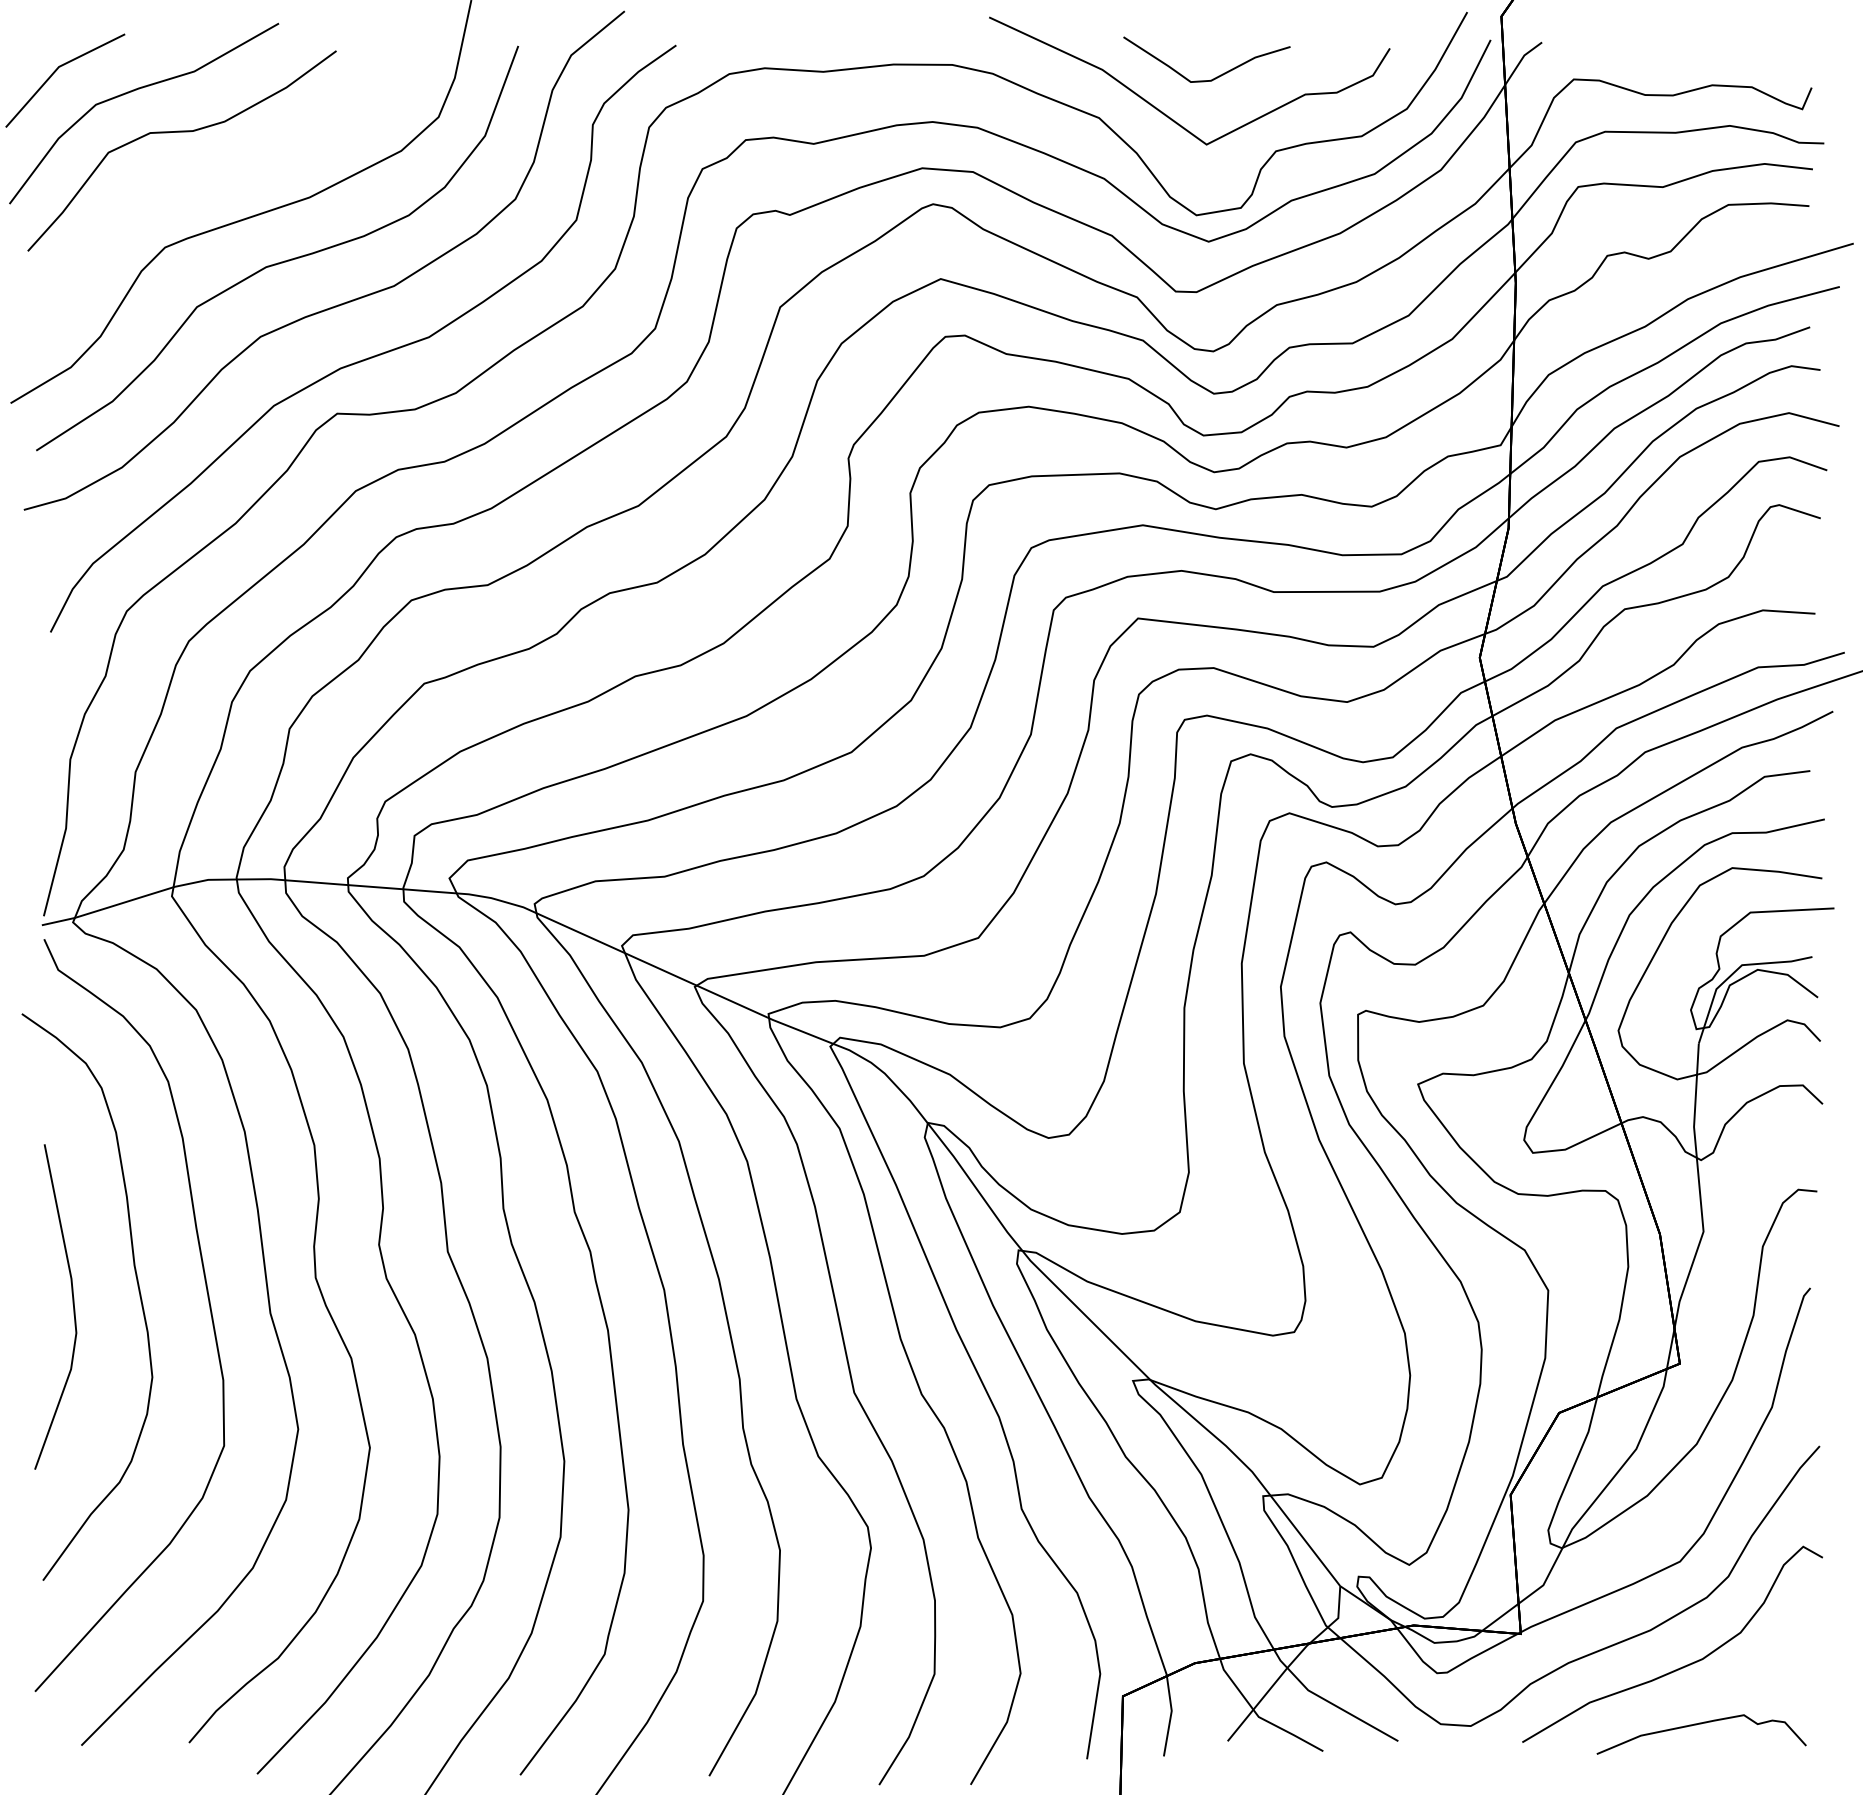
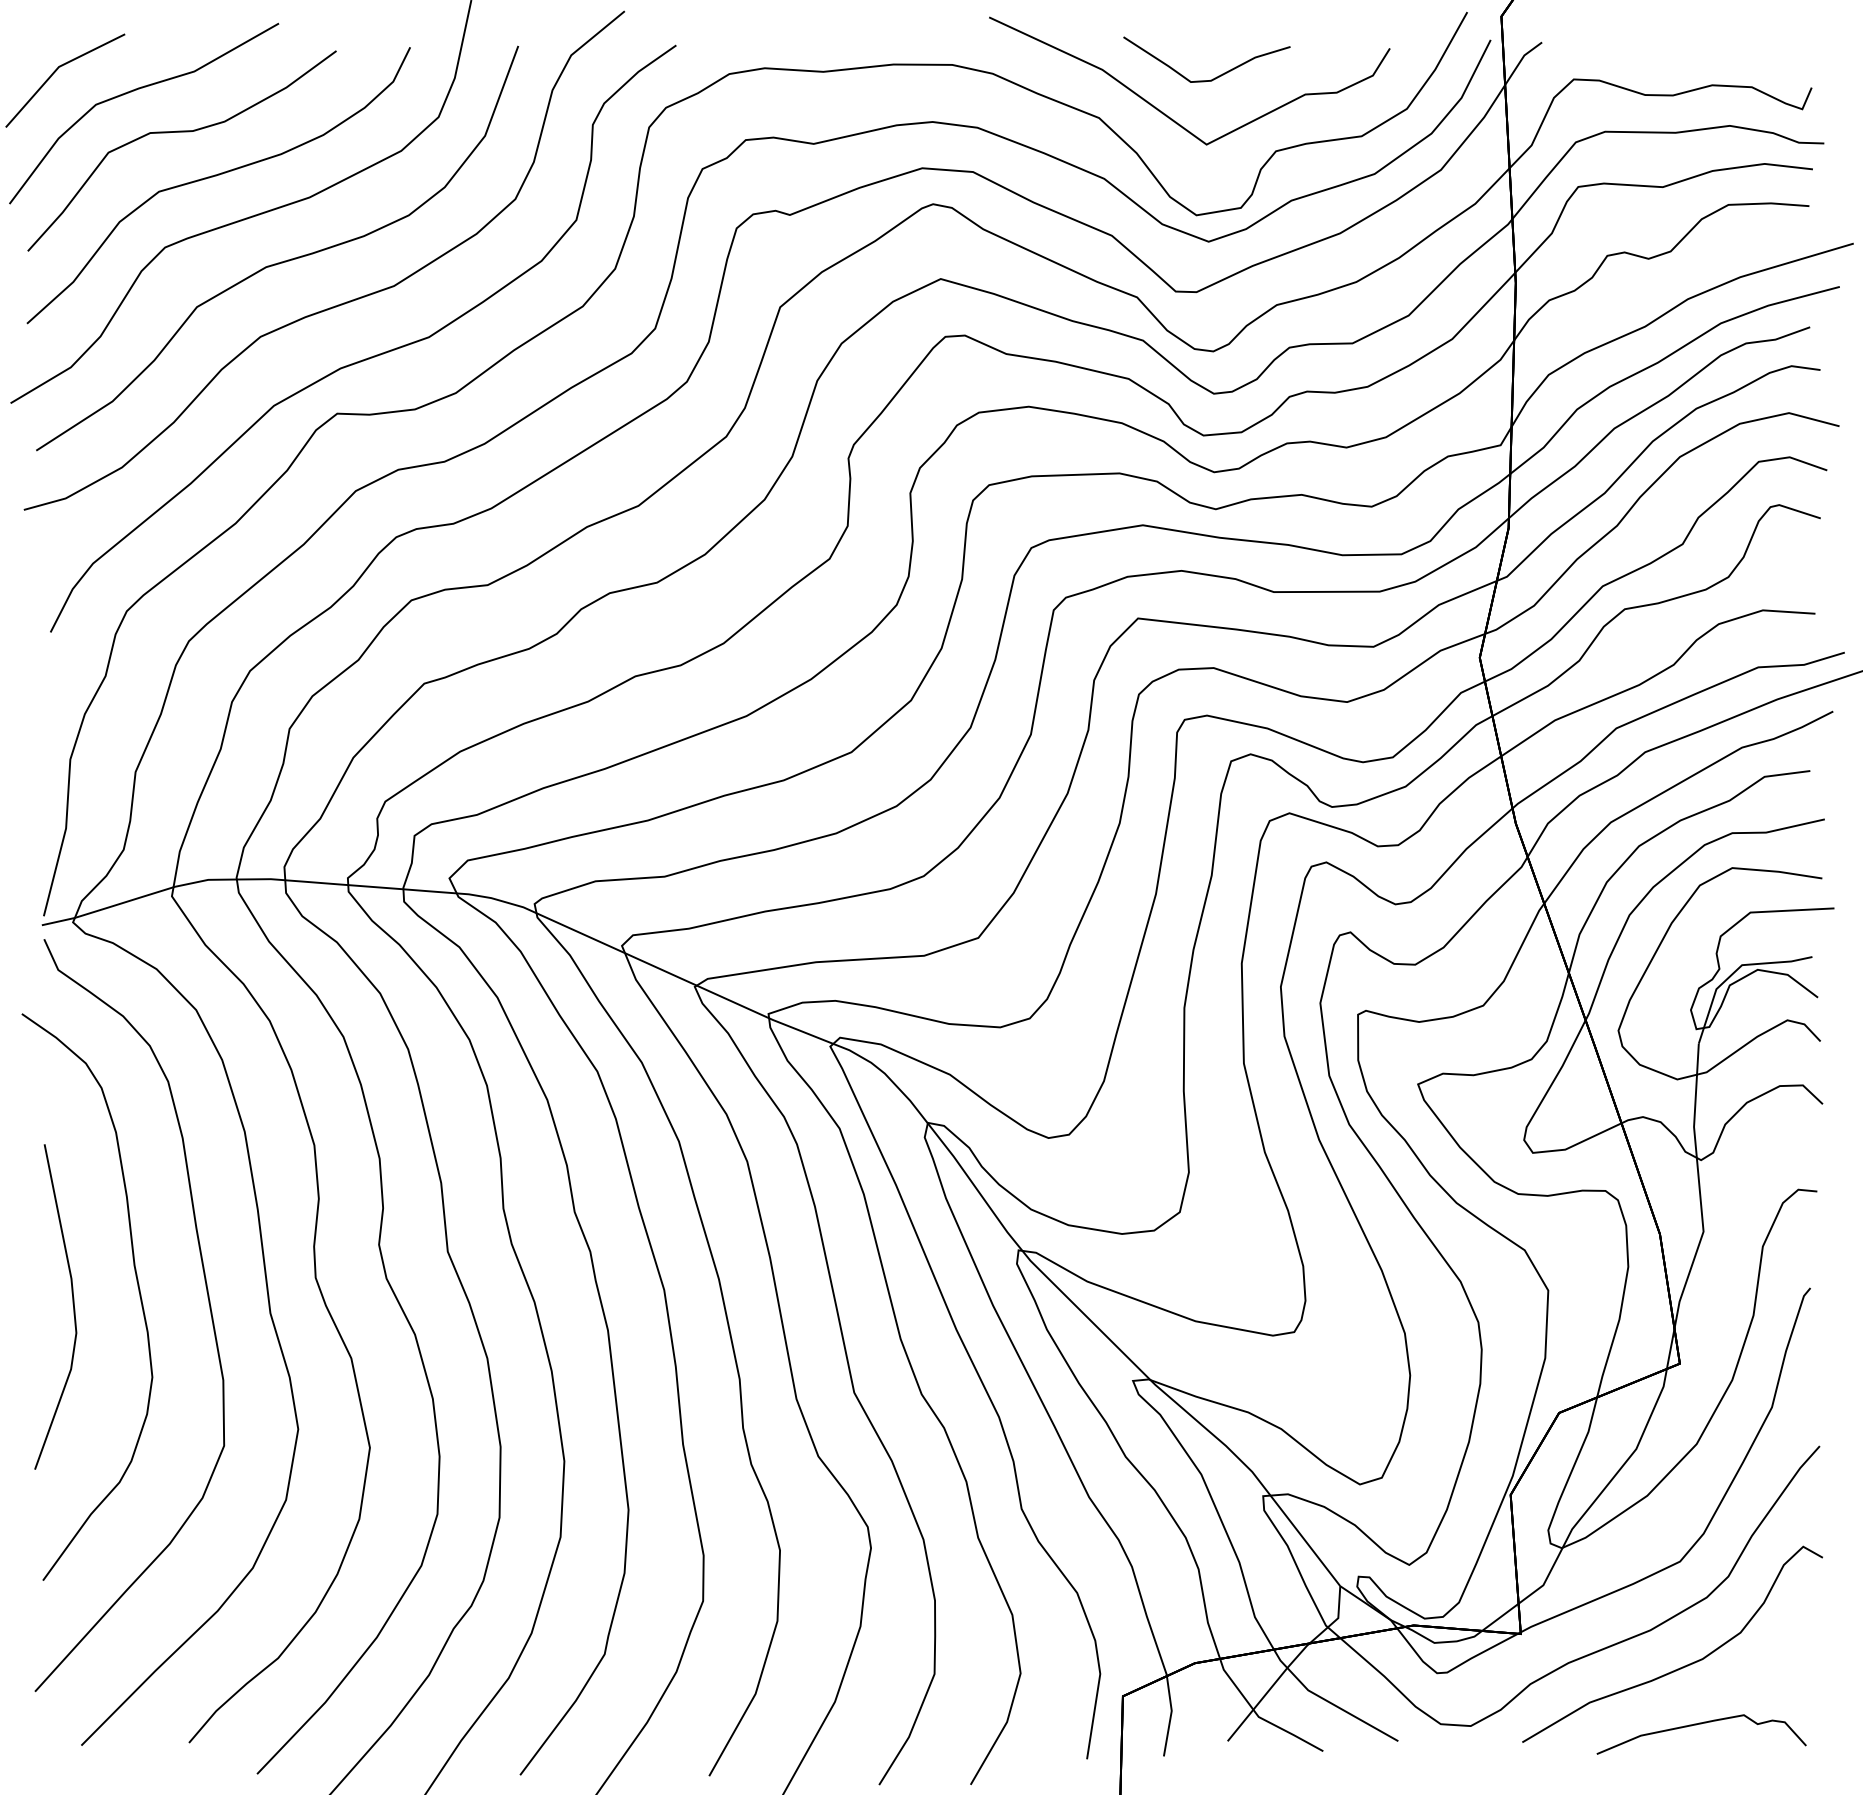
part at (216, 176): none -> present
